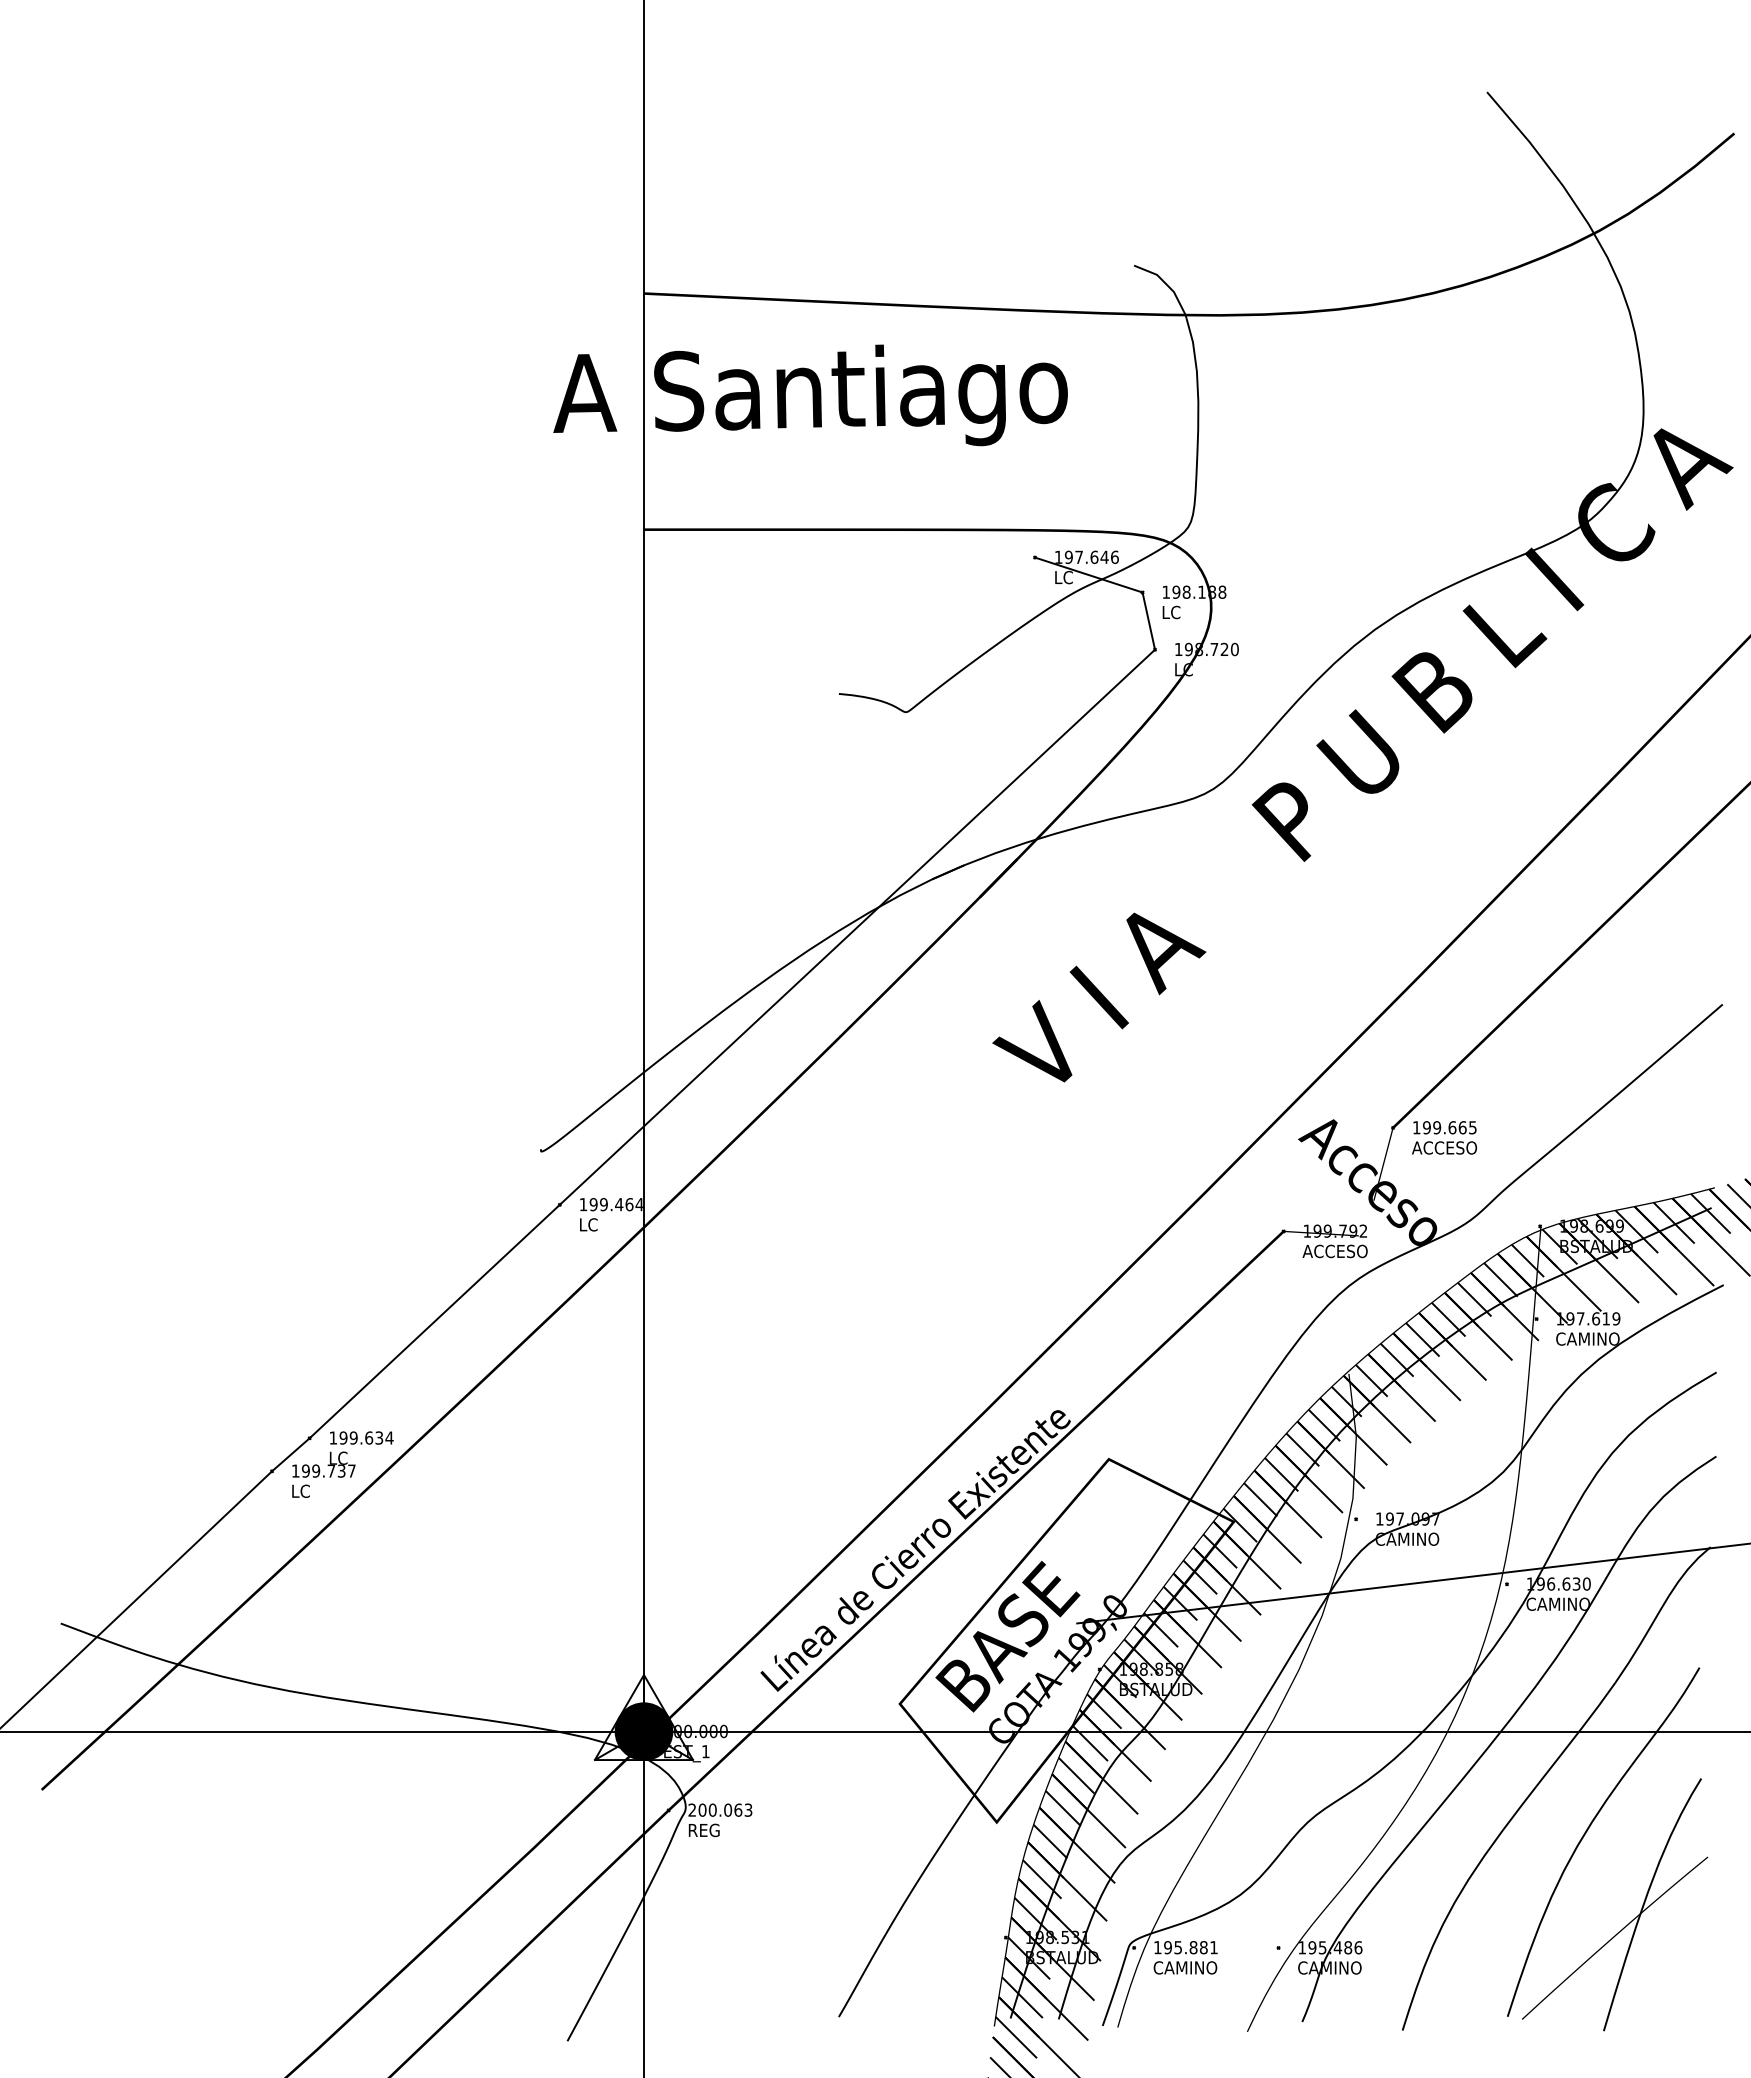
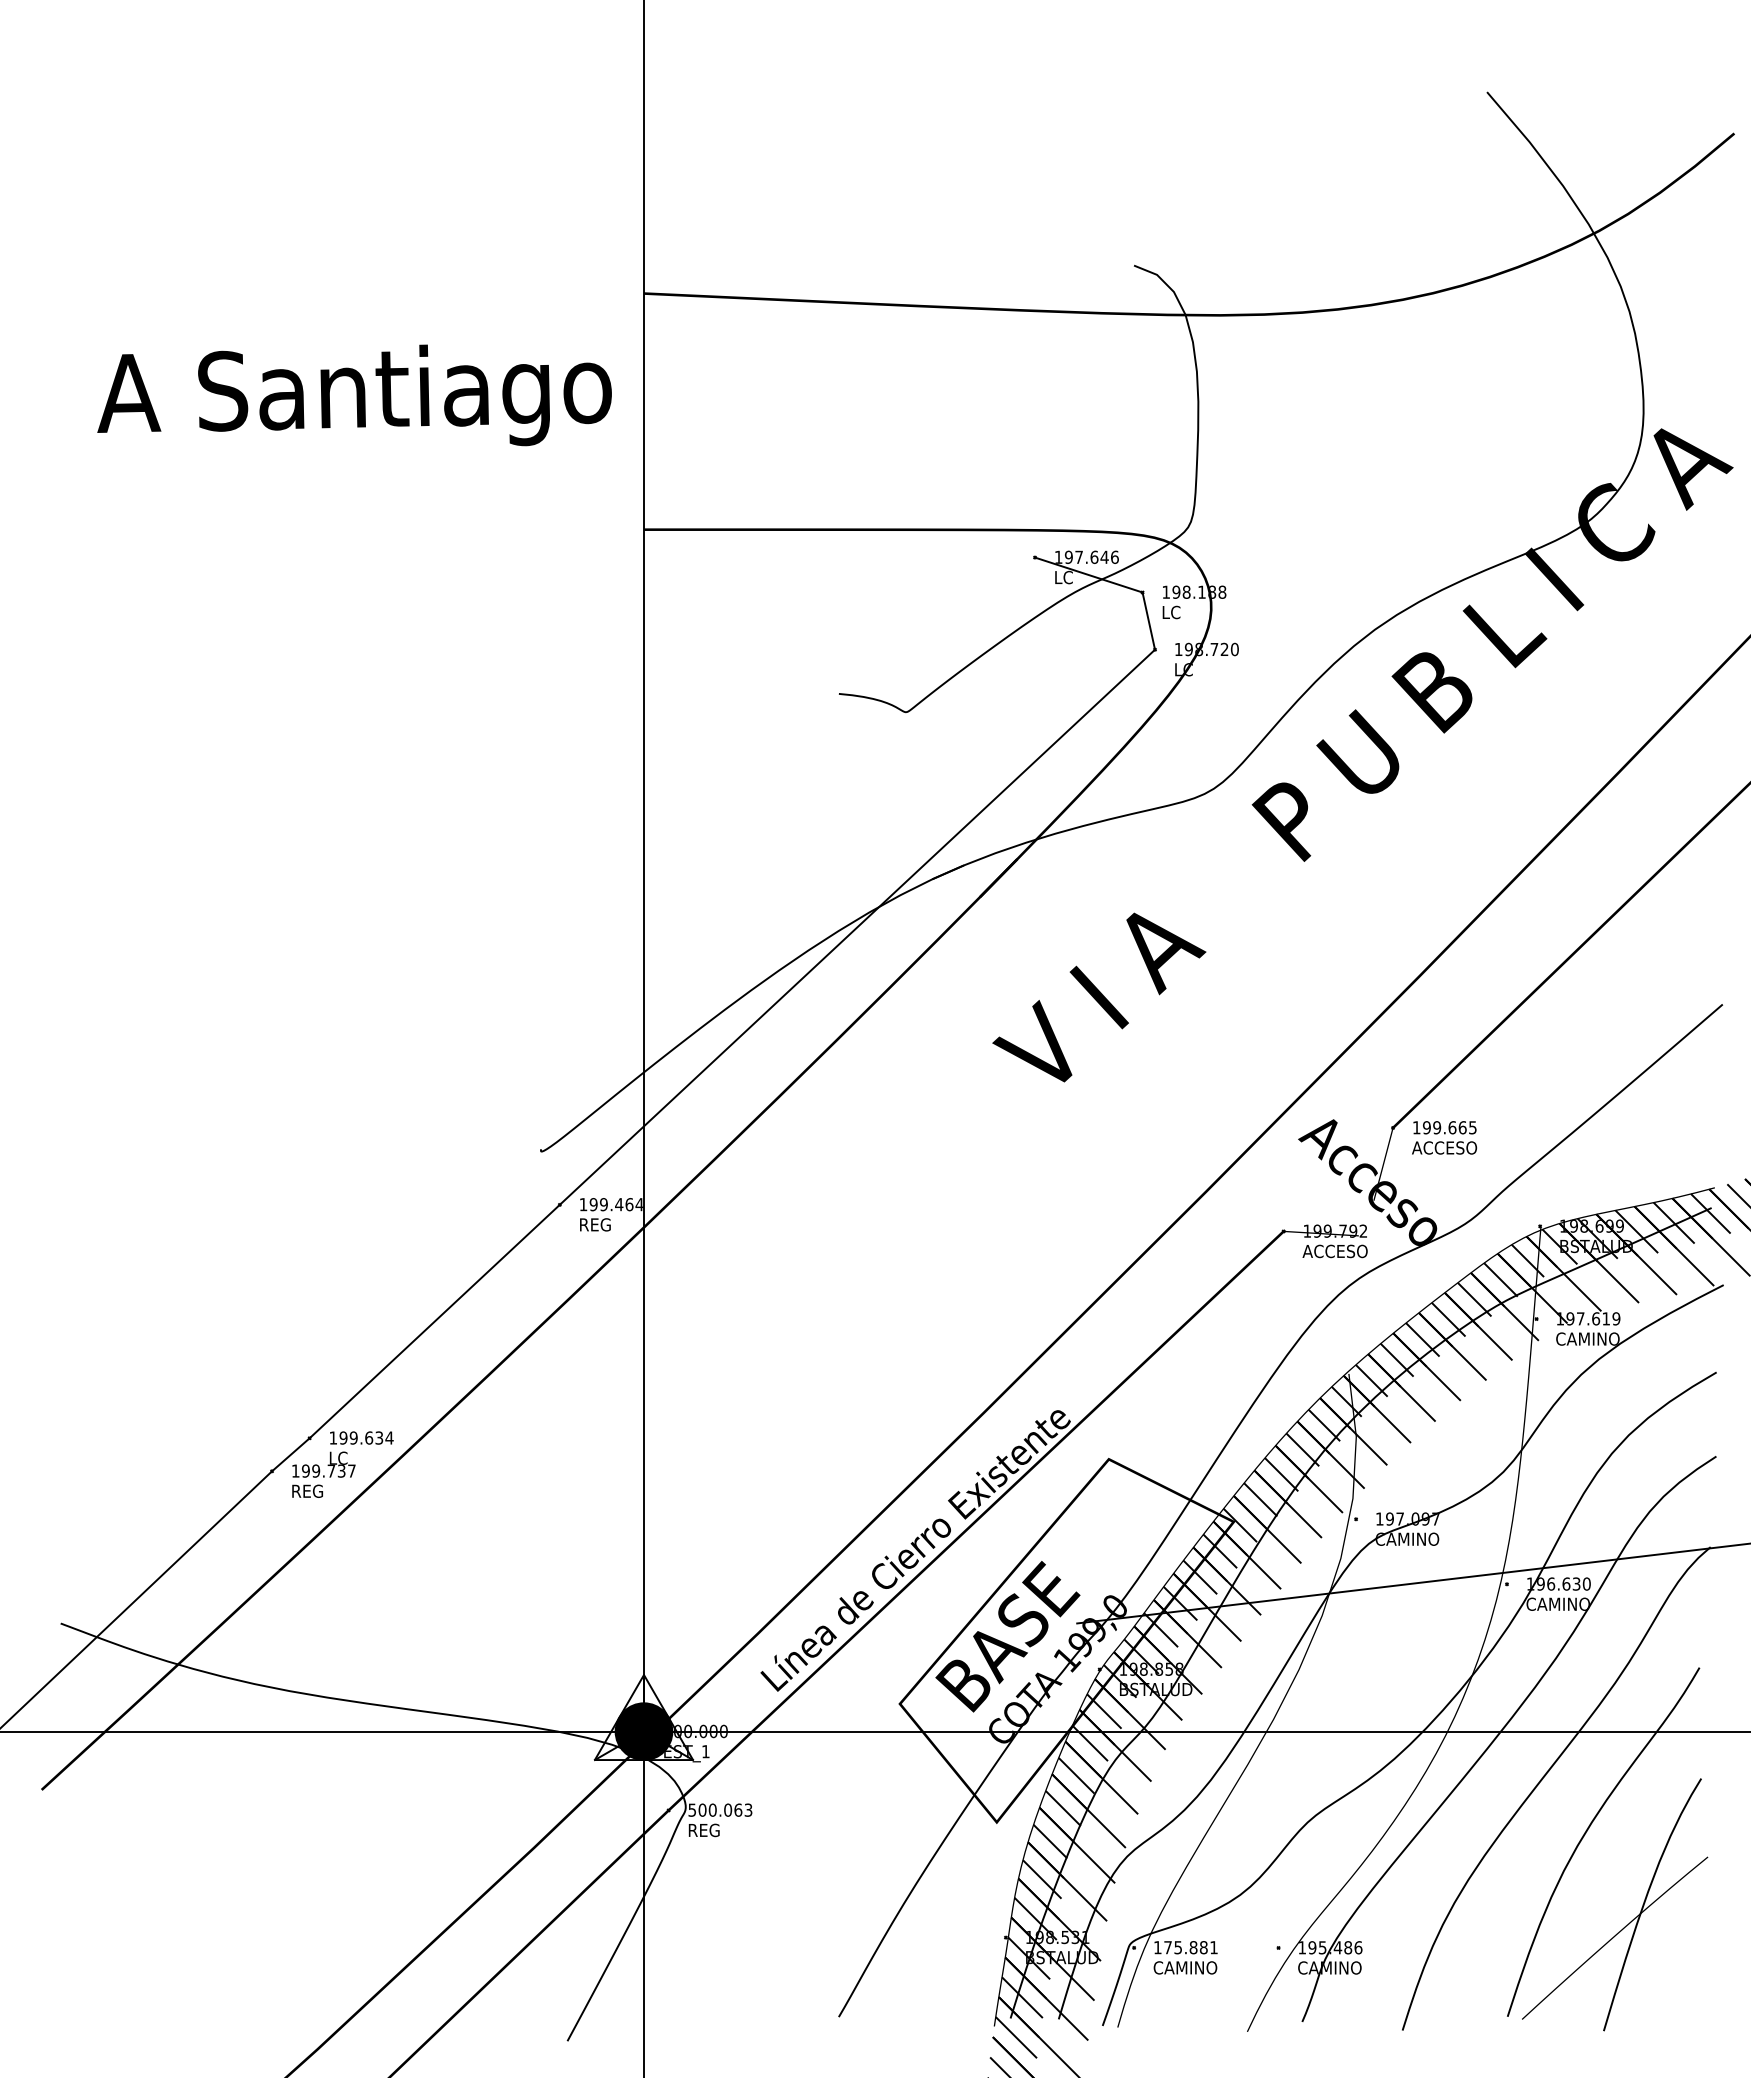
text at (810, 395) position: (810, 395) -> (354, 395)
text at (595, 1224): LC -> REG
text at (308, 1490): LC -> REG
text at (691, 1809): 200.063 -> 500.063
text at (1167, 1947): 195.881 -> 175.881
